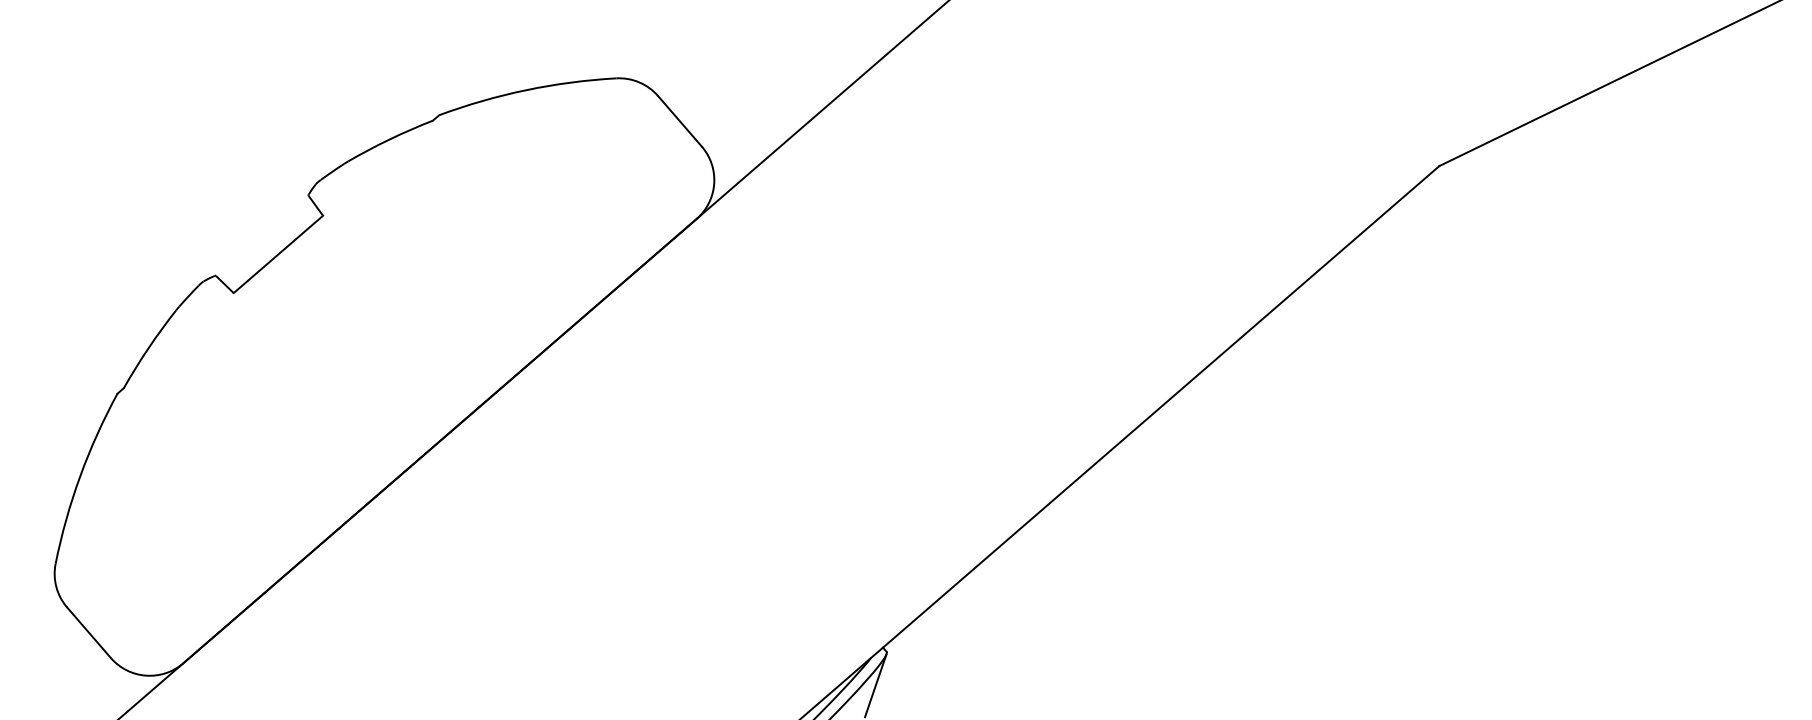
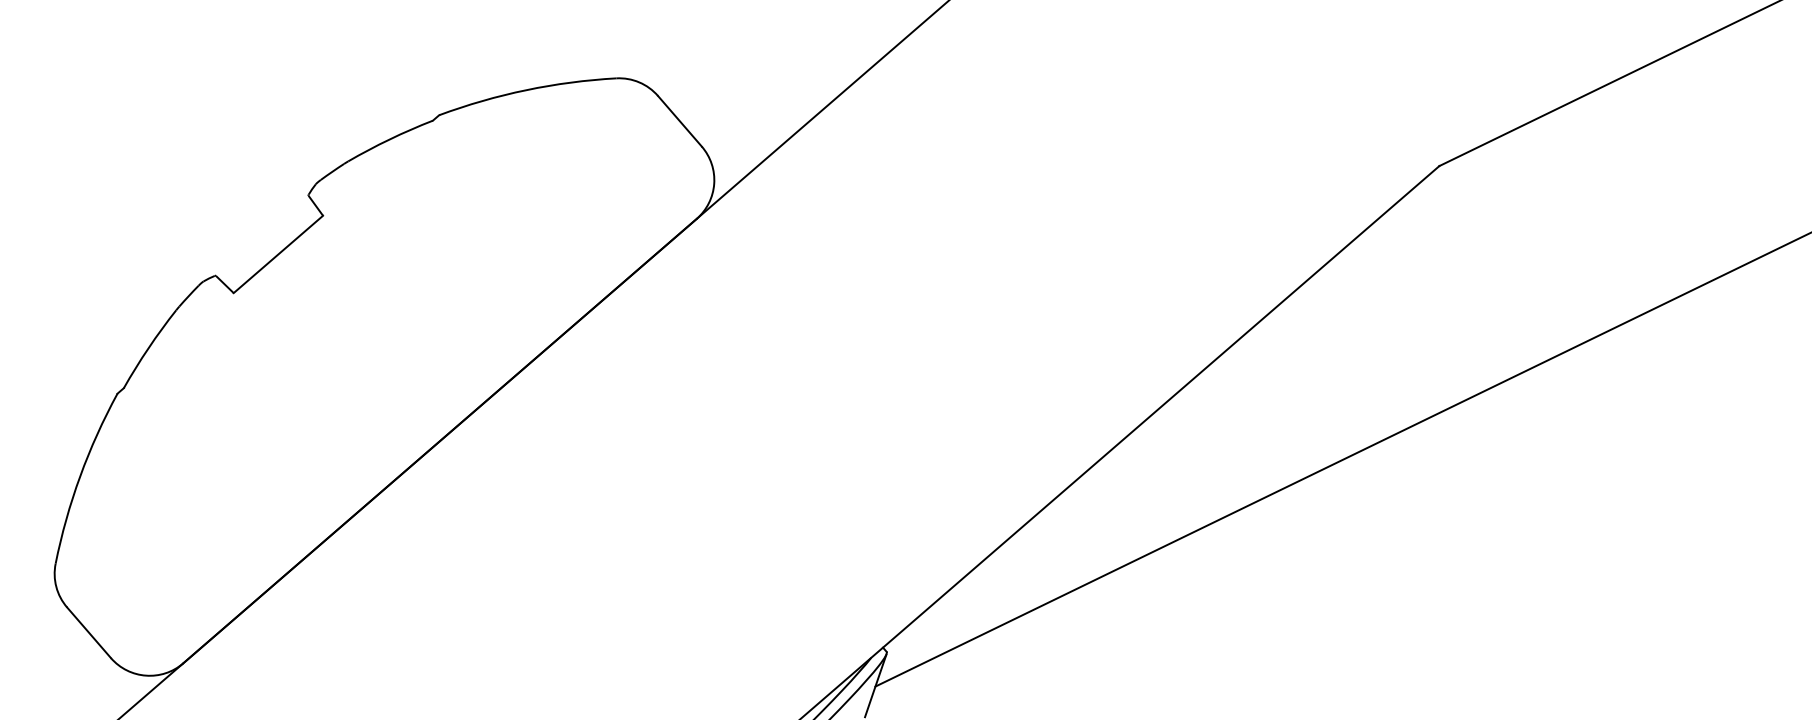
line at (1341, 459): none -> present
